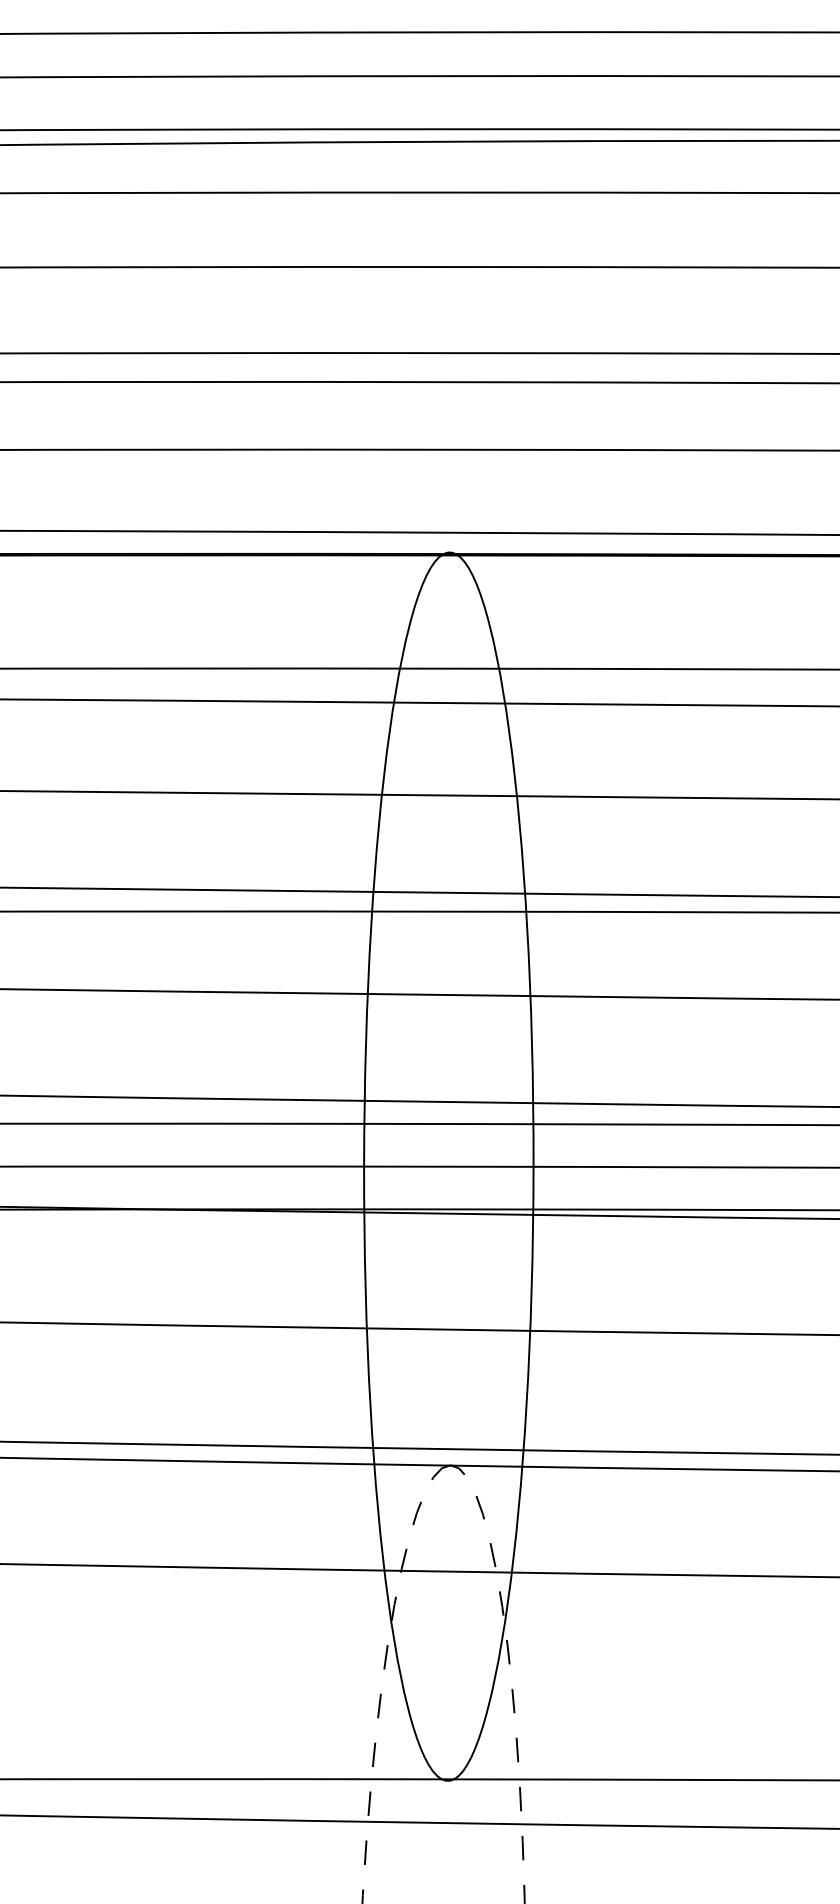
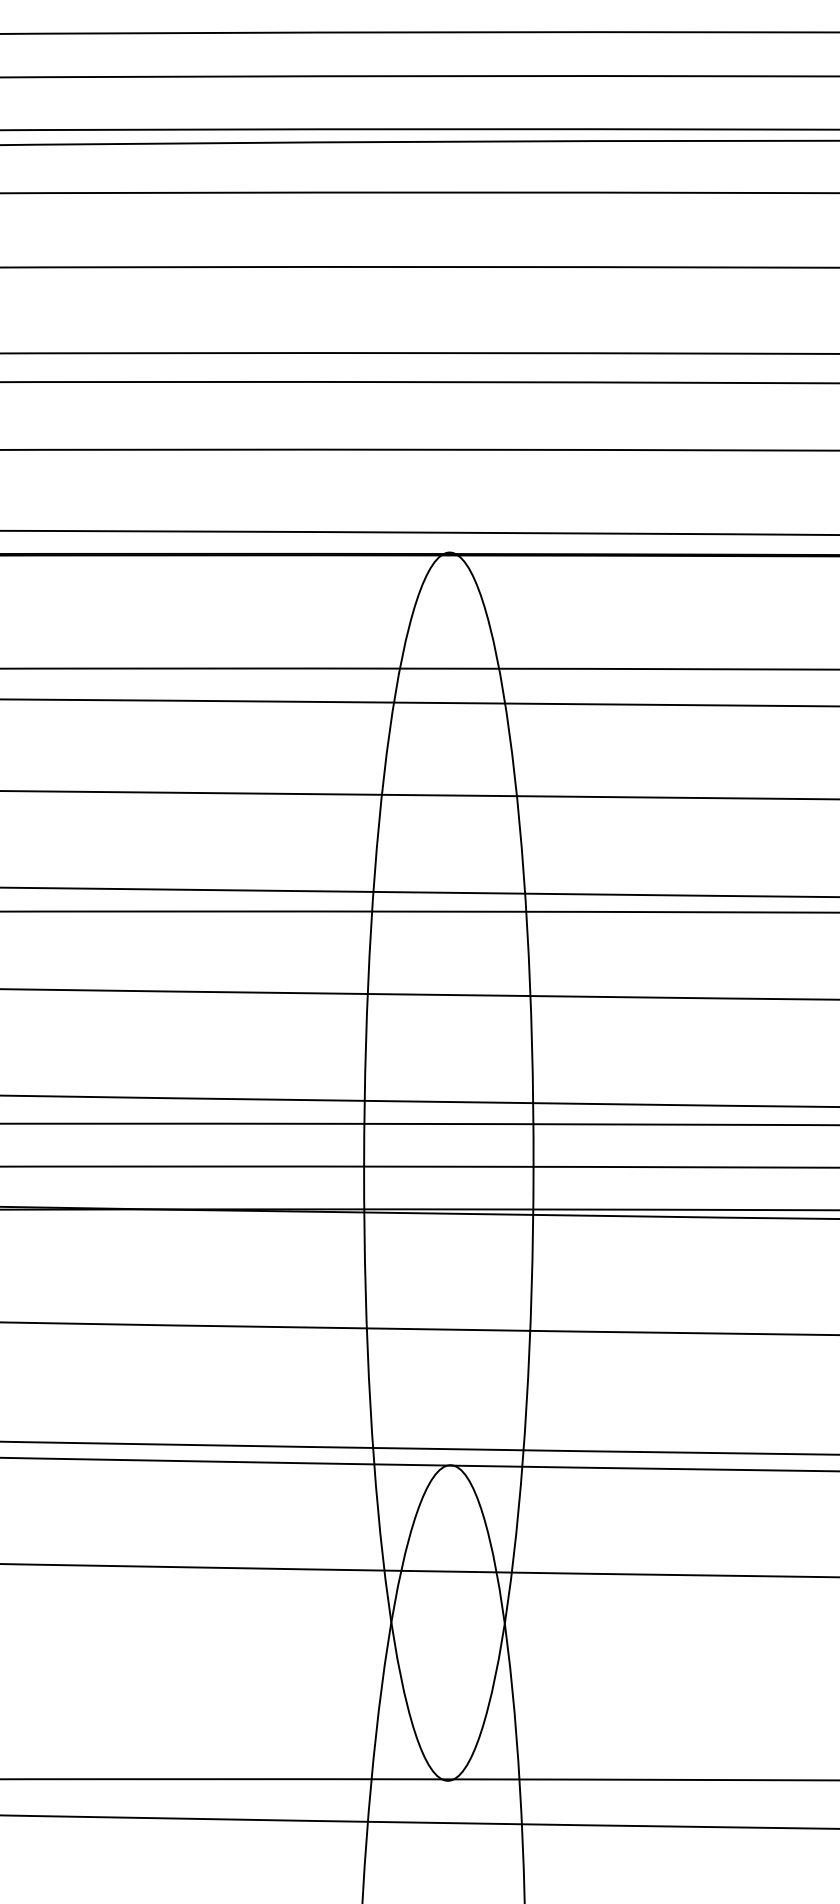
circle at (443, 1684): dashed -> solid
